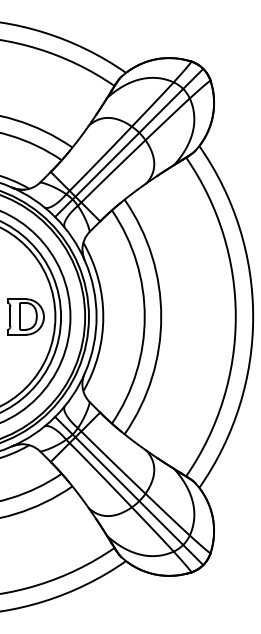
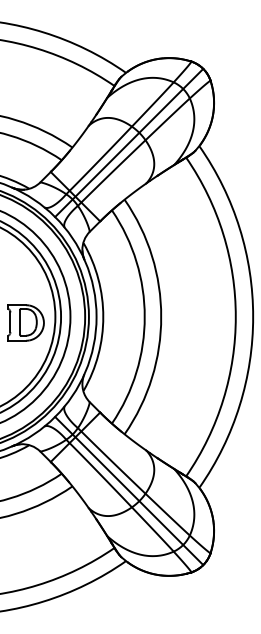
part at (25, 316) position: (25, 316) -> (25, 322)
